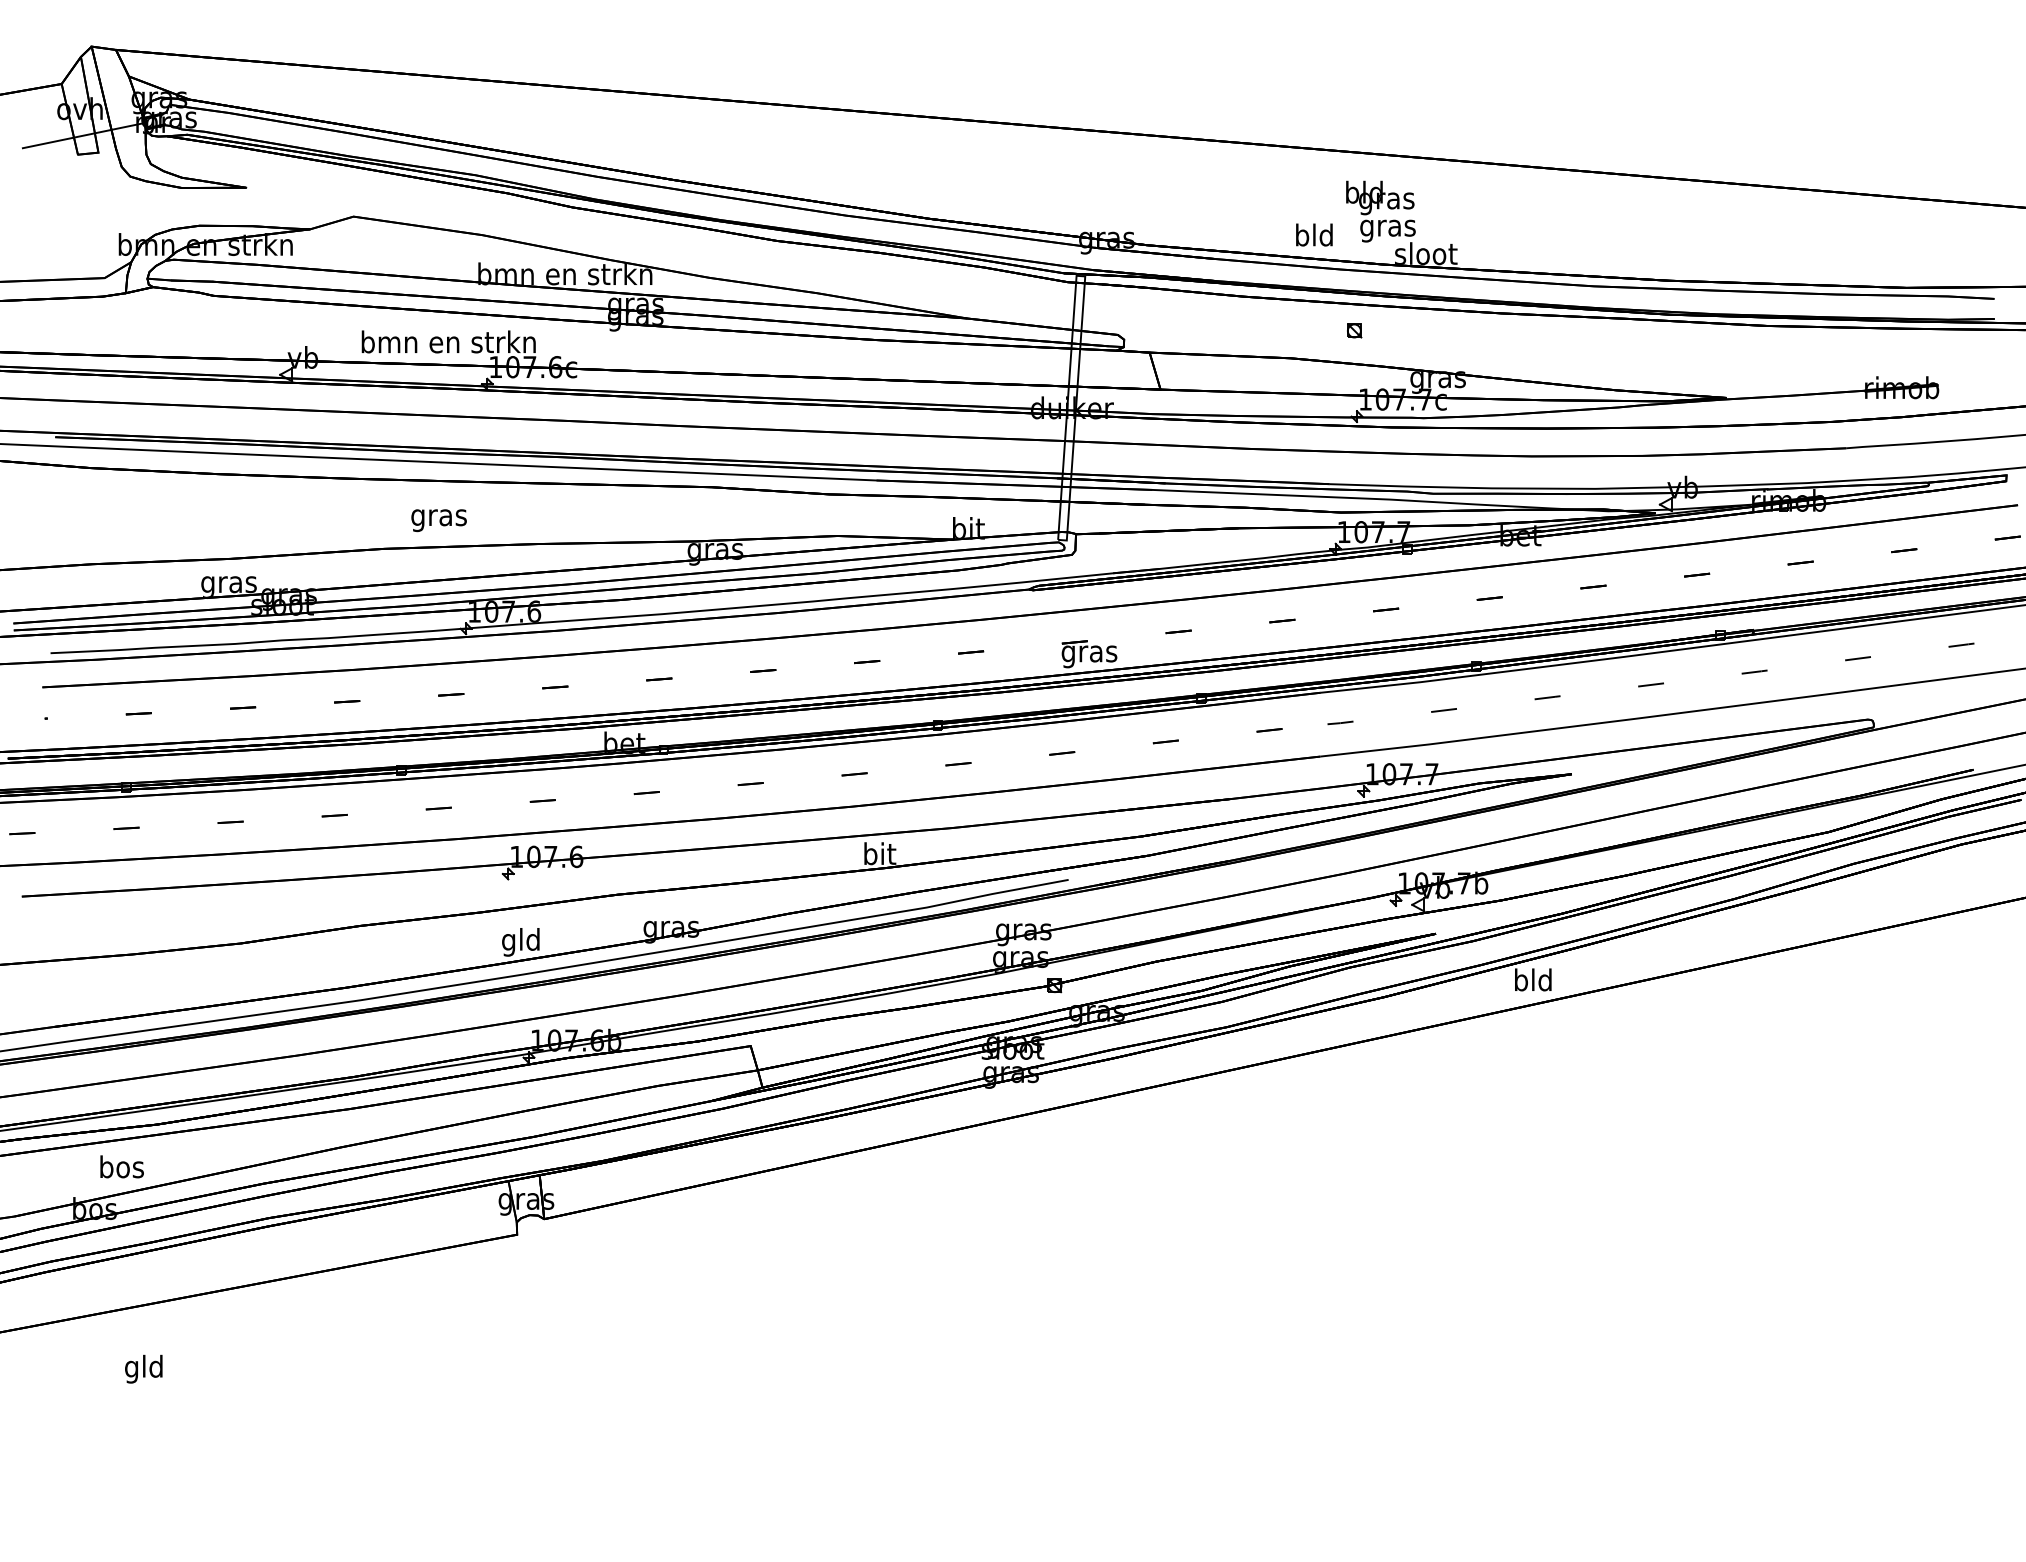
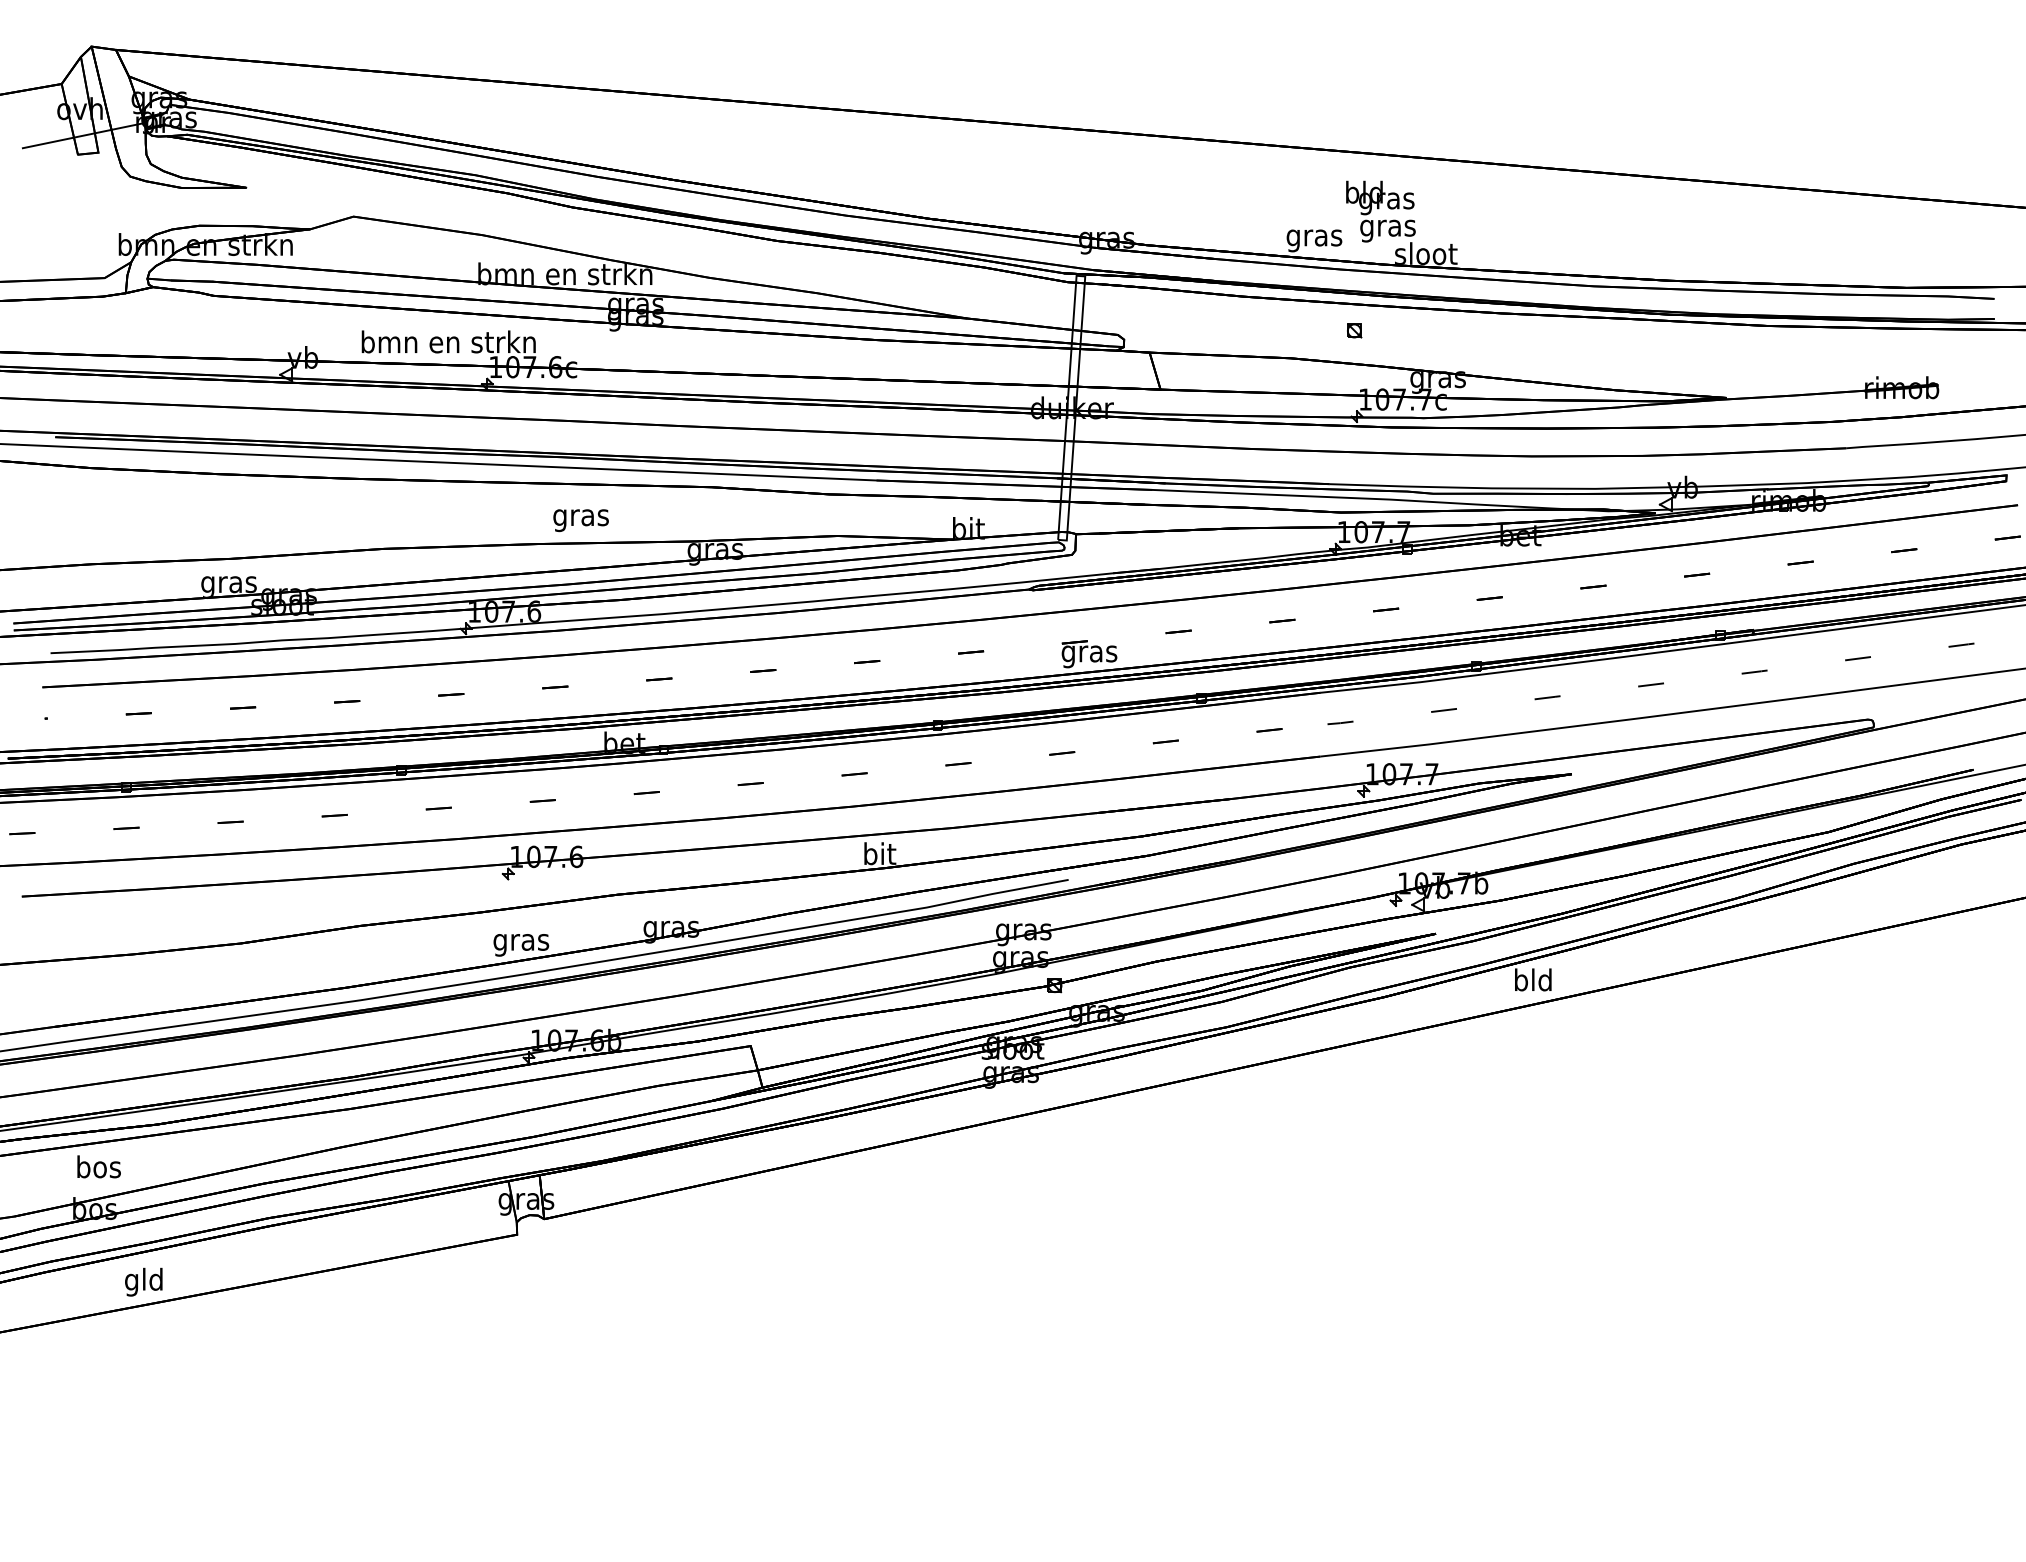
text at (1314, 237): bld -> gras
text at (438, 520) position: (438, 520) -> (580, 520)
text at (521, 942): gld -> gras
text at (121, 1166) position: (121, 1166) -> (98, 1166)
text at (143, 1368) position: (143, 1368) -> (143, 1281)
